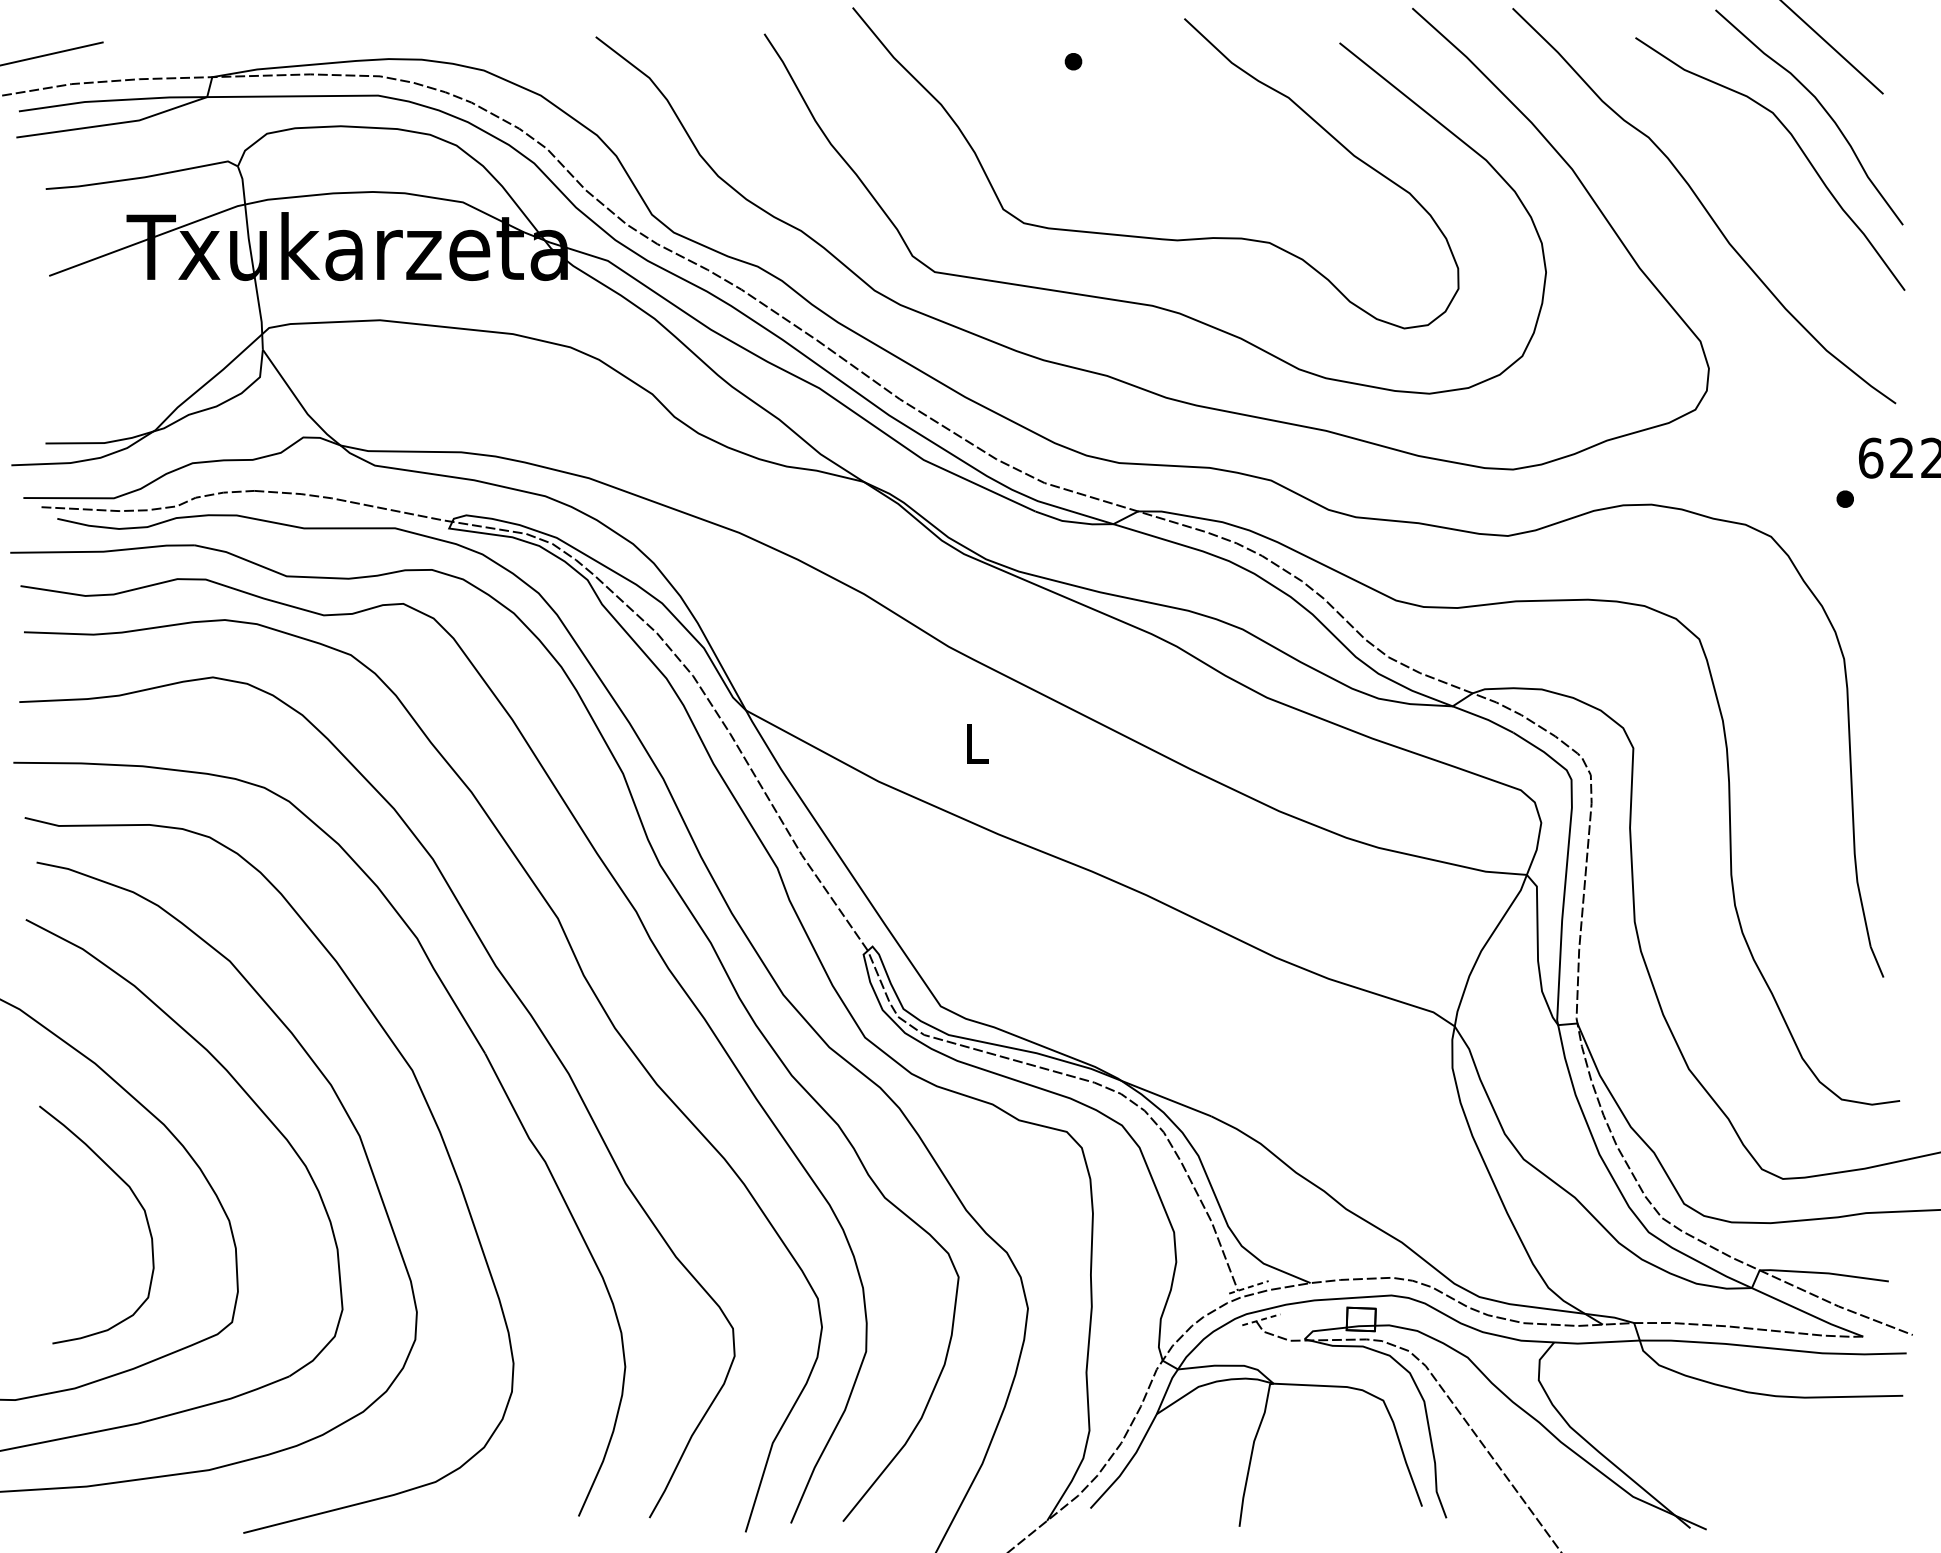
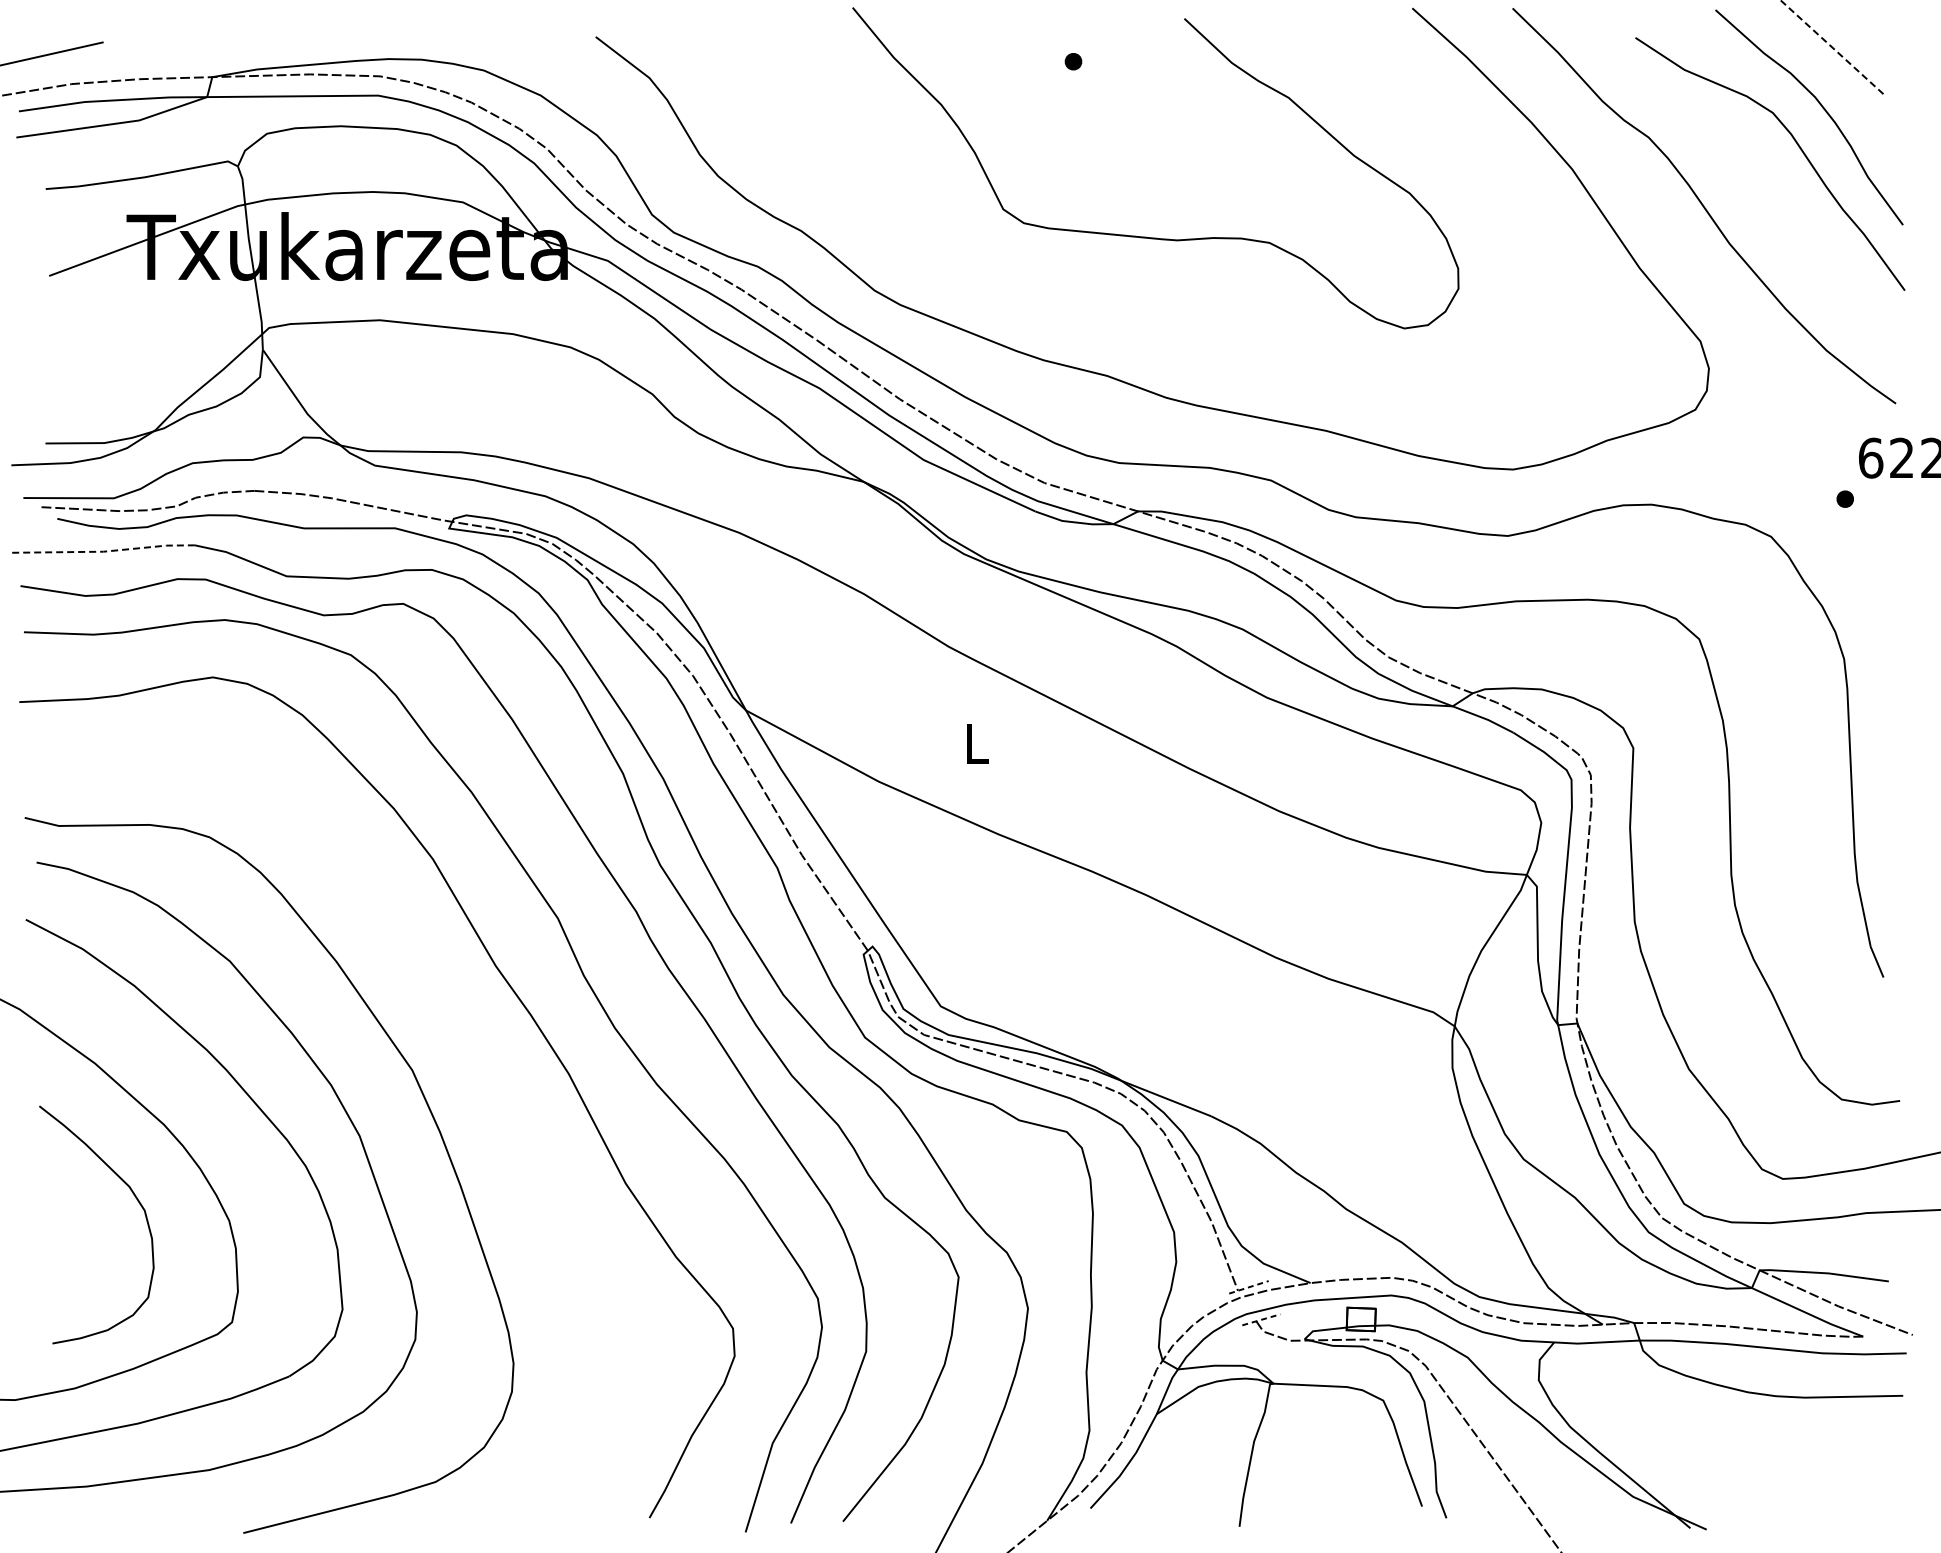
line at (1831, 47): solid -> dashed
curve at (1139, 302): present -> none
line at (103, 551): solid -> dashed
part at (476, 1041): present -> none
